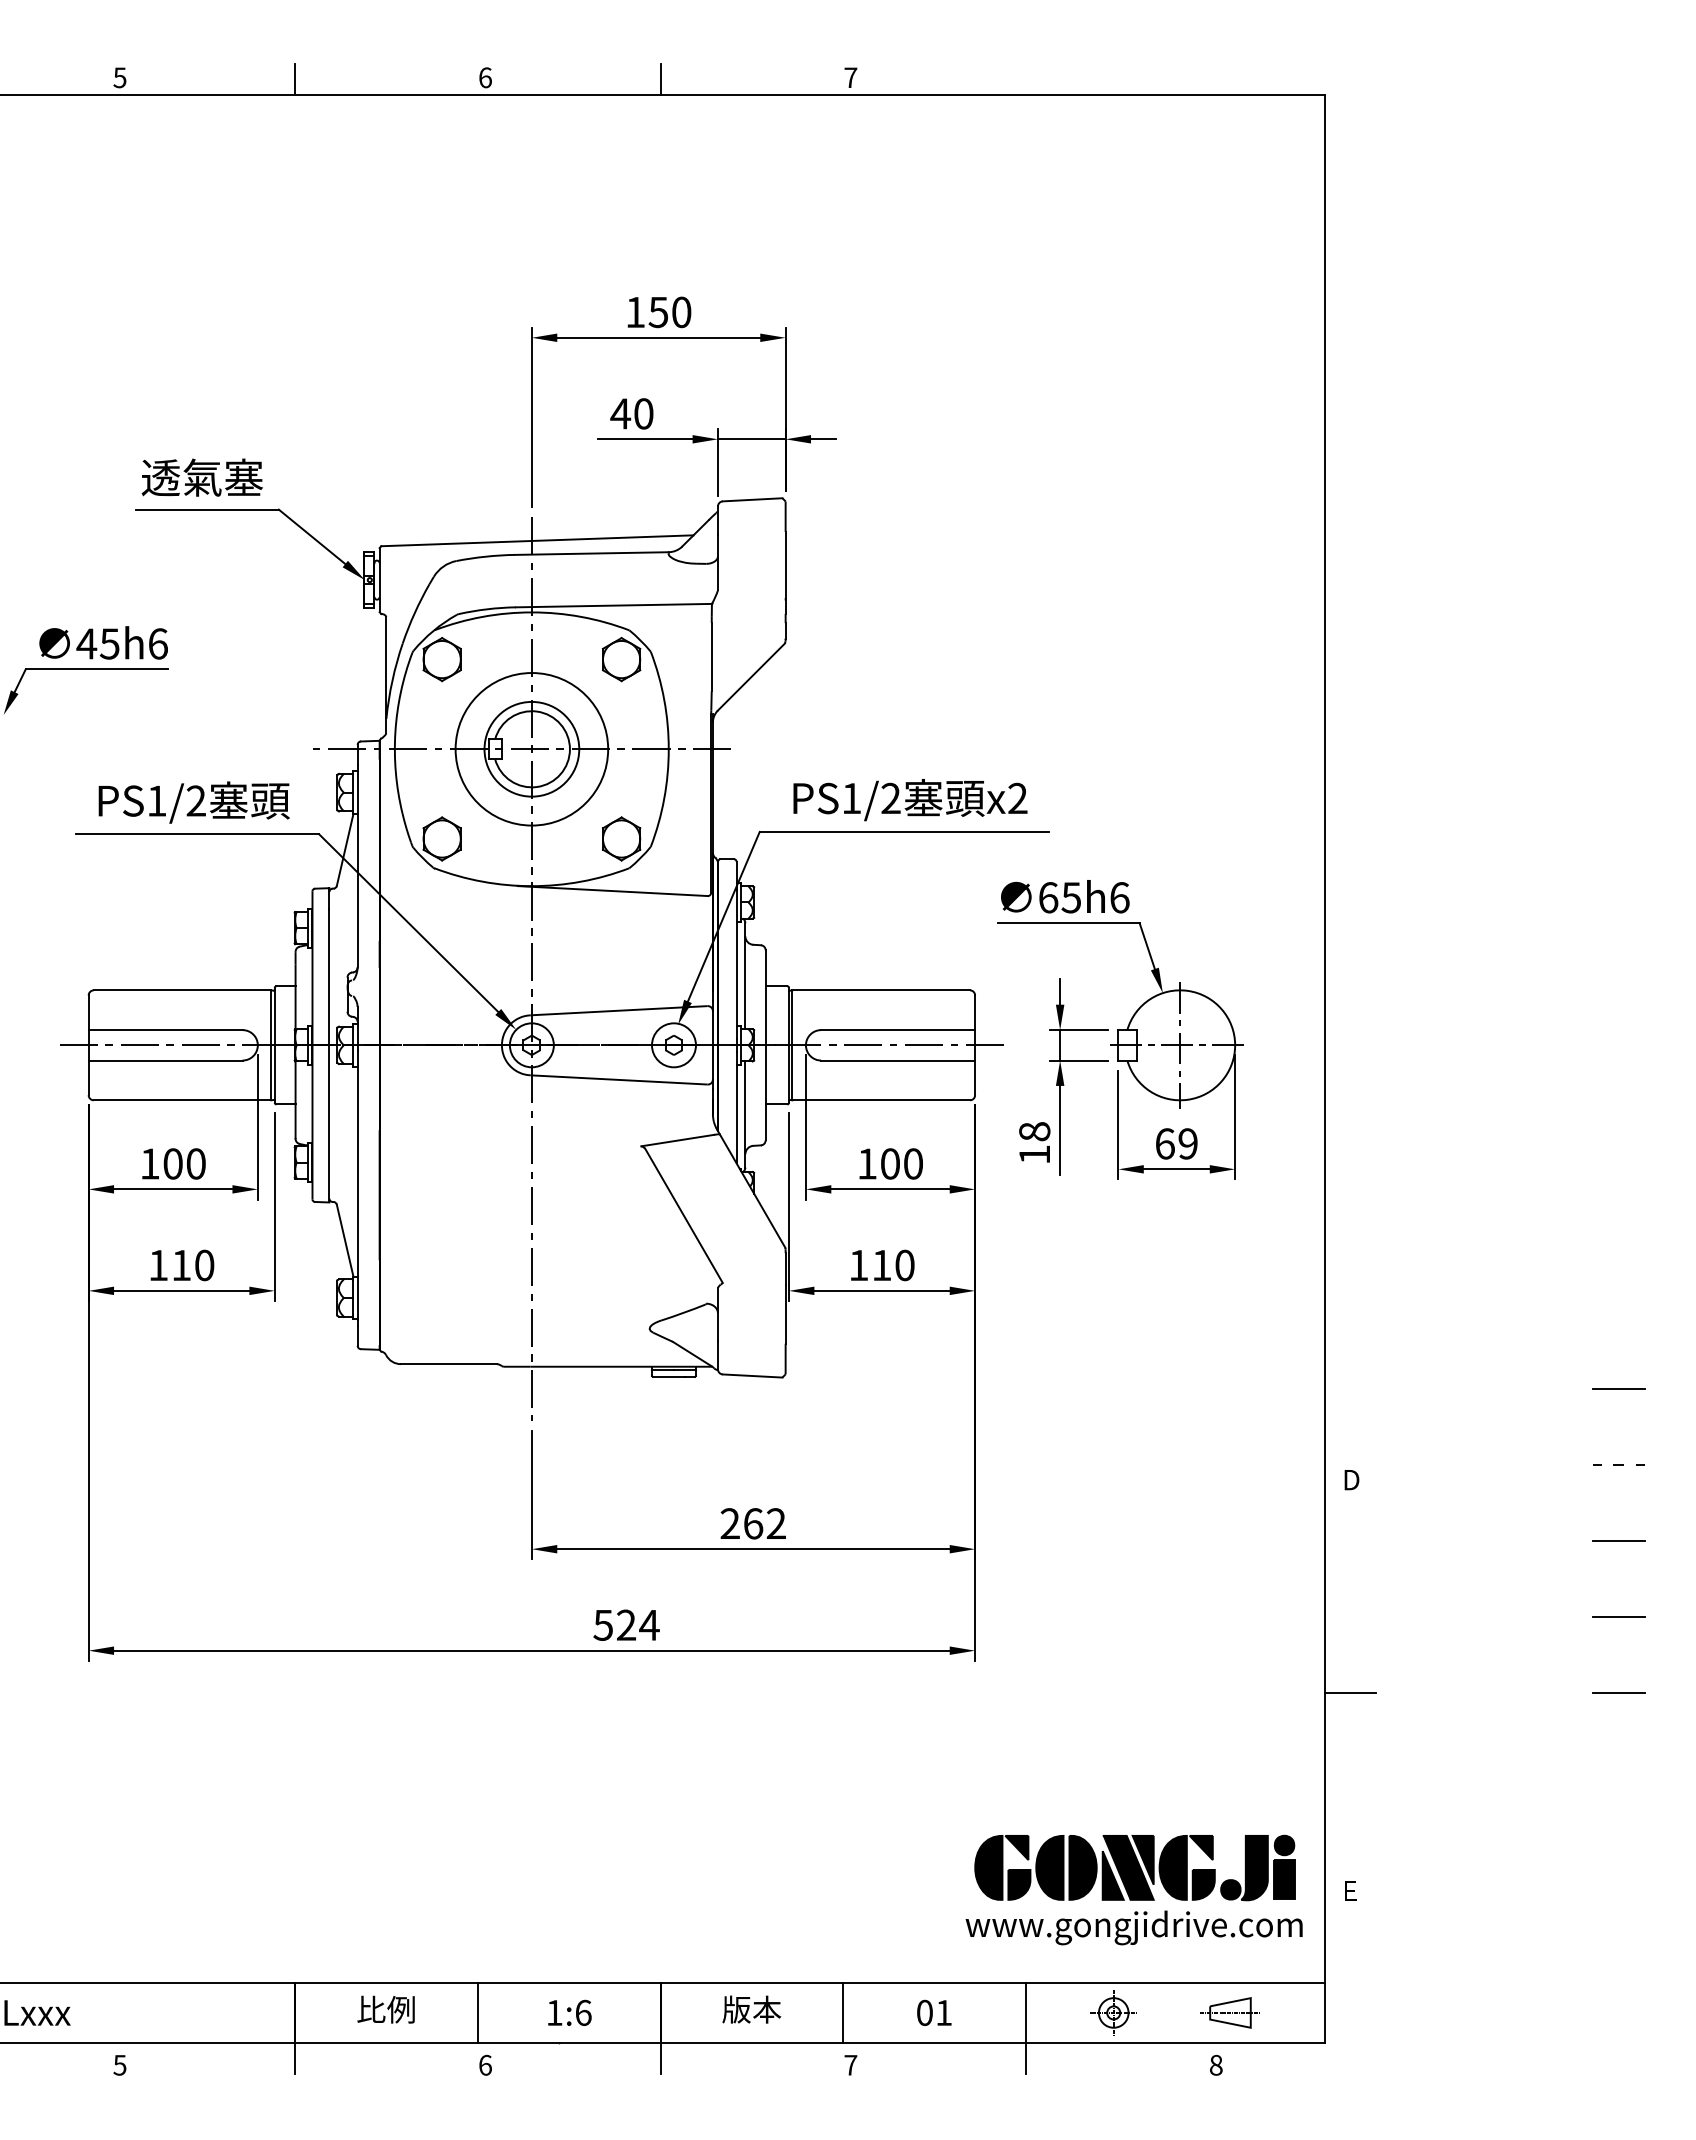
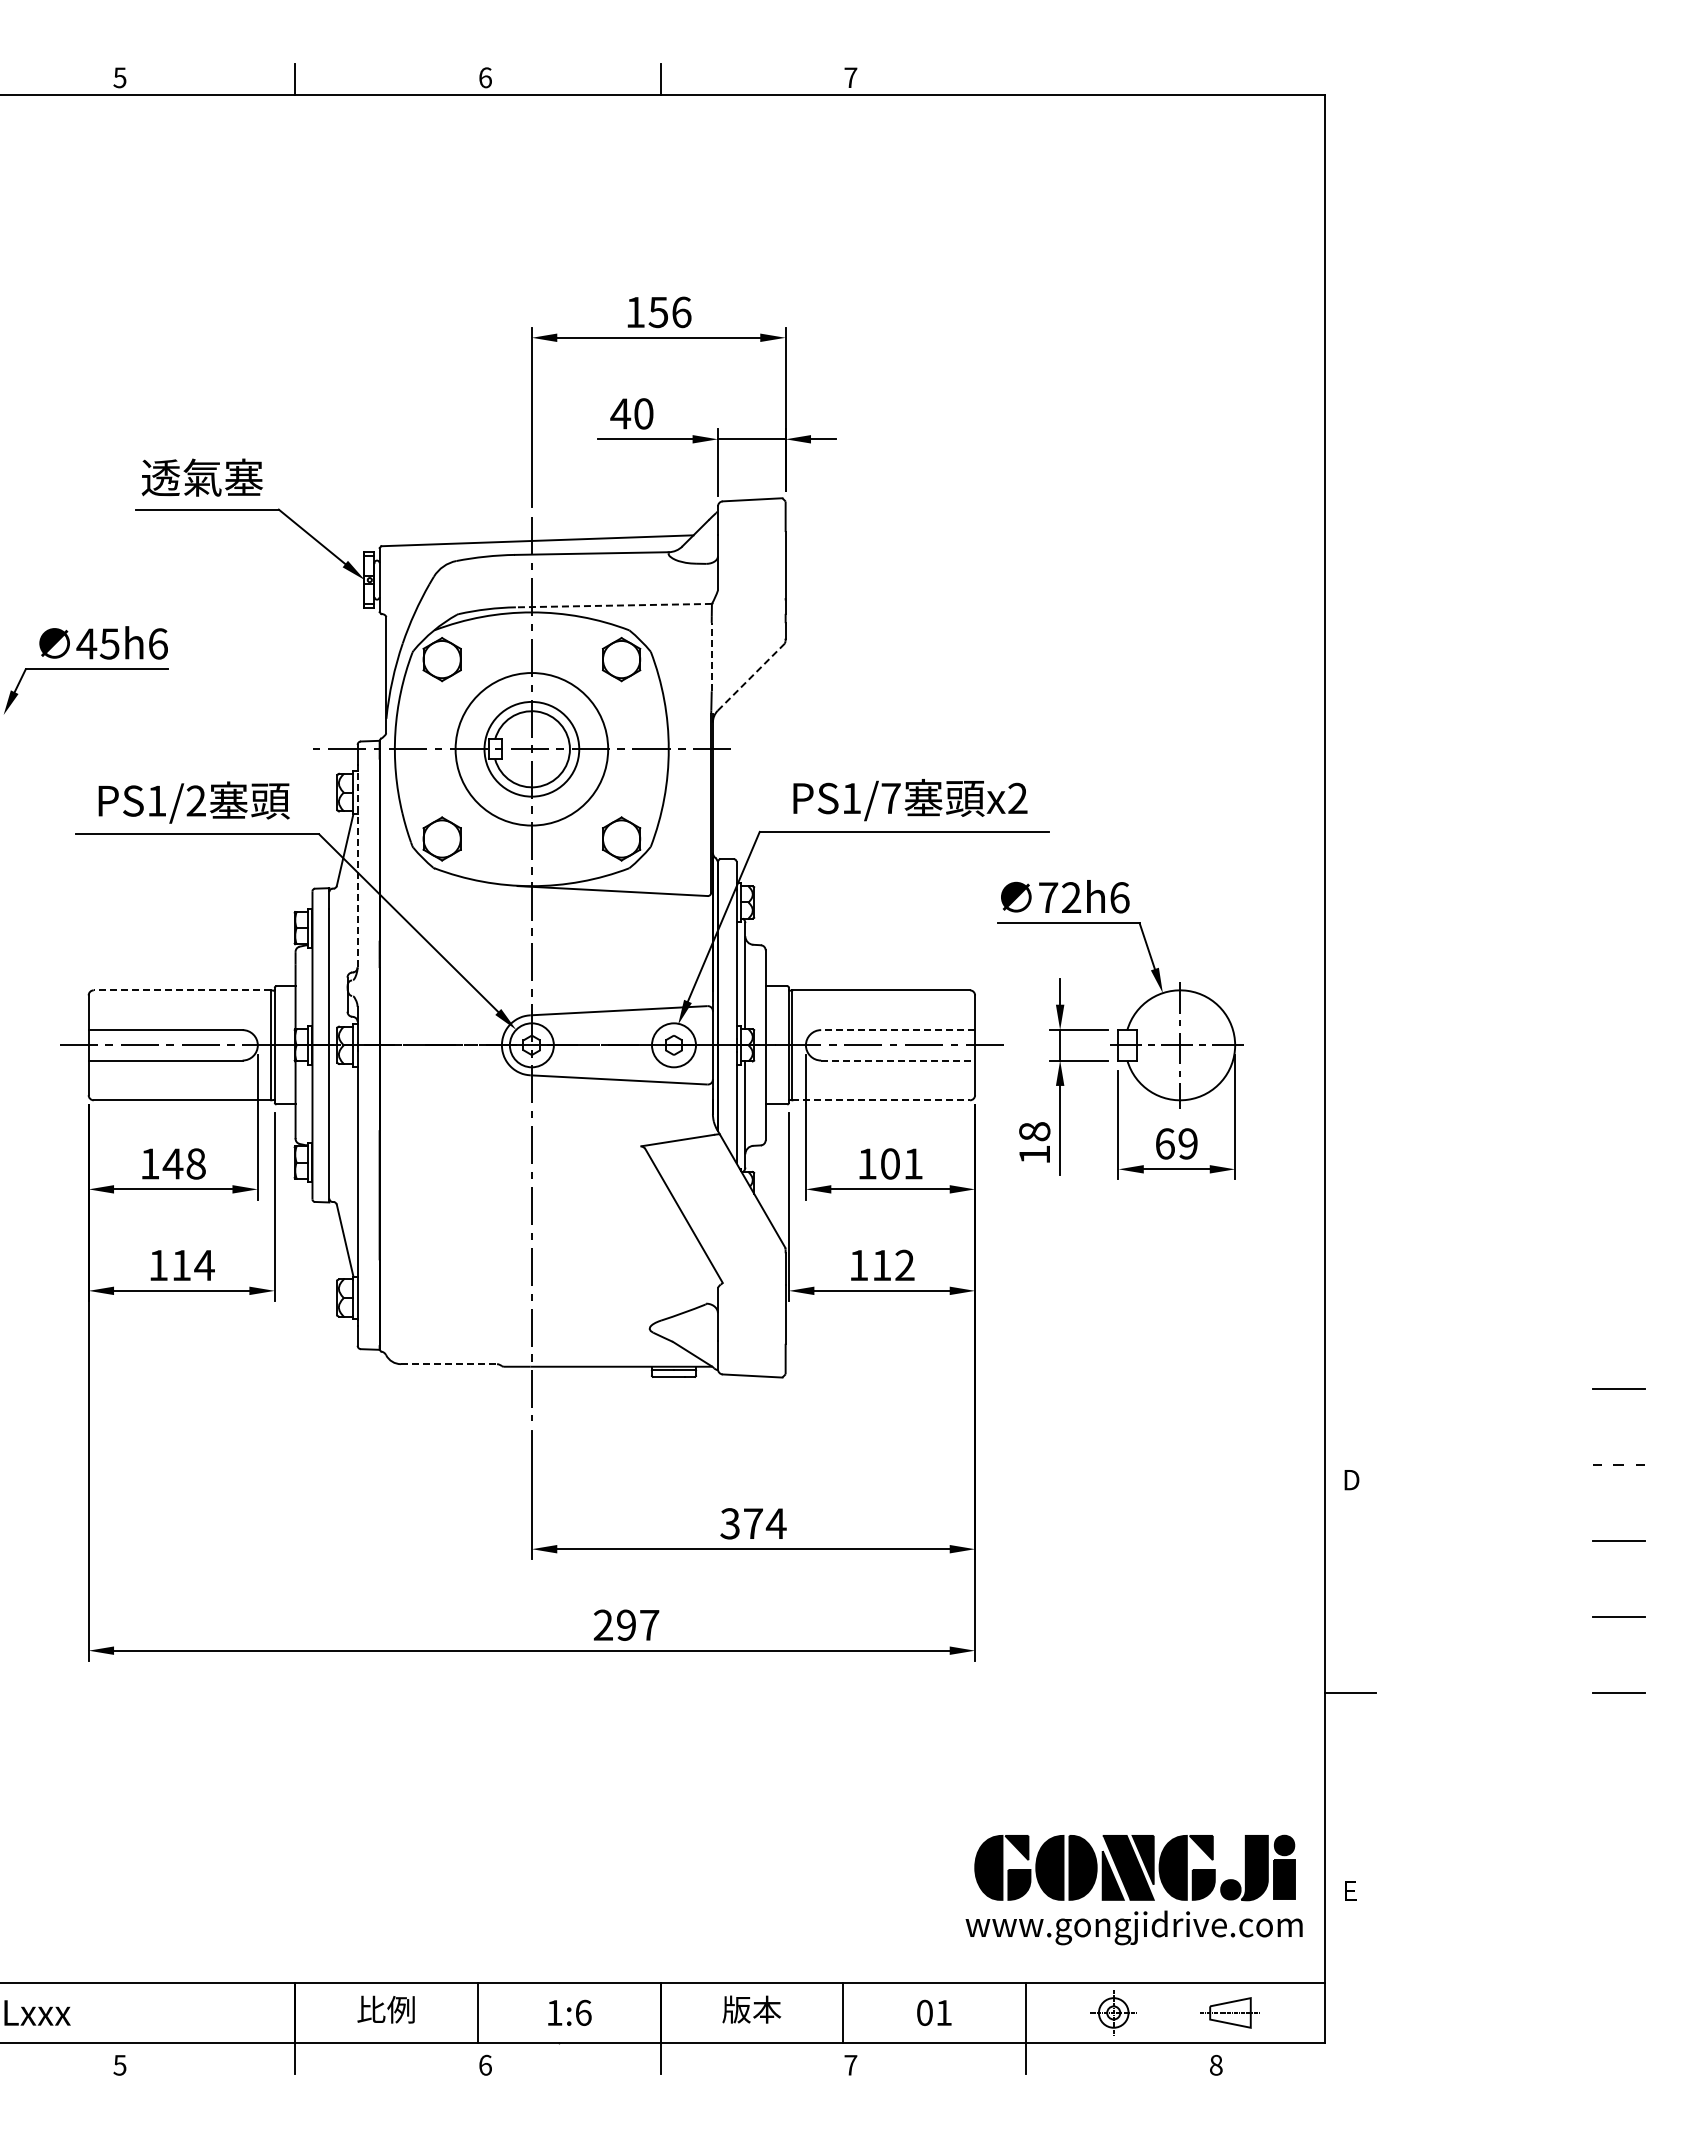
text at (681, 312): 150 -> 156
line at (613, 605): solid -> dashed
line at (711, 656): solid -> dashed
line at (751, 677): solid -> dashed
text at (890, 797): PS1/2 -> PS1/7
line at (357, 868): solid -> dashed
text at (1060, 897): 65h6 -> 72h6
line at (182, 990): solid -> dashed
line at (898, 1030): solid -> dashed
line at (898, 1060): solid -> dashed
line at (881, 1100): solid -> dashed
text at (183, 1163): 100 -> 148
text at (913, 1163): 100 -> 101
text at (204, 1265): 110 -> 114
text at (904, 1265): 110 -> 112
line at (449, 1364): solid -> dashed
text at (753, 1523): 262 -> 374
text at (626, 1624): 524 -> 297
